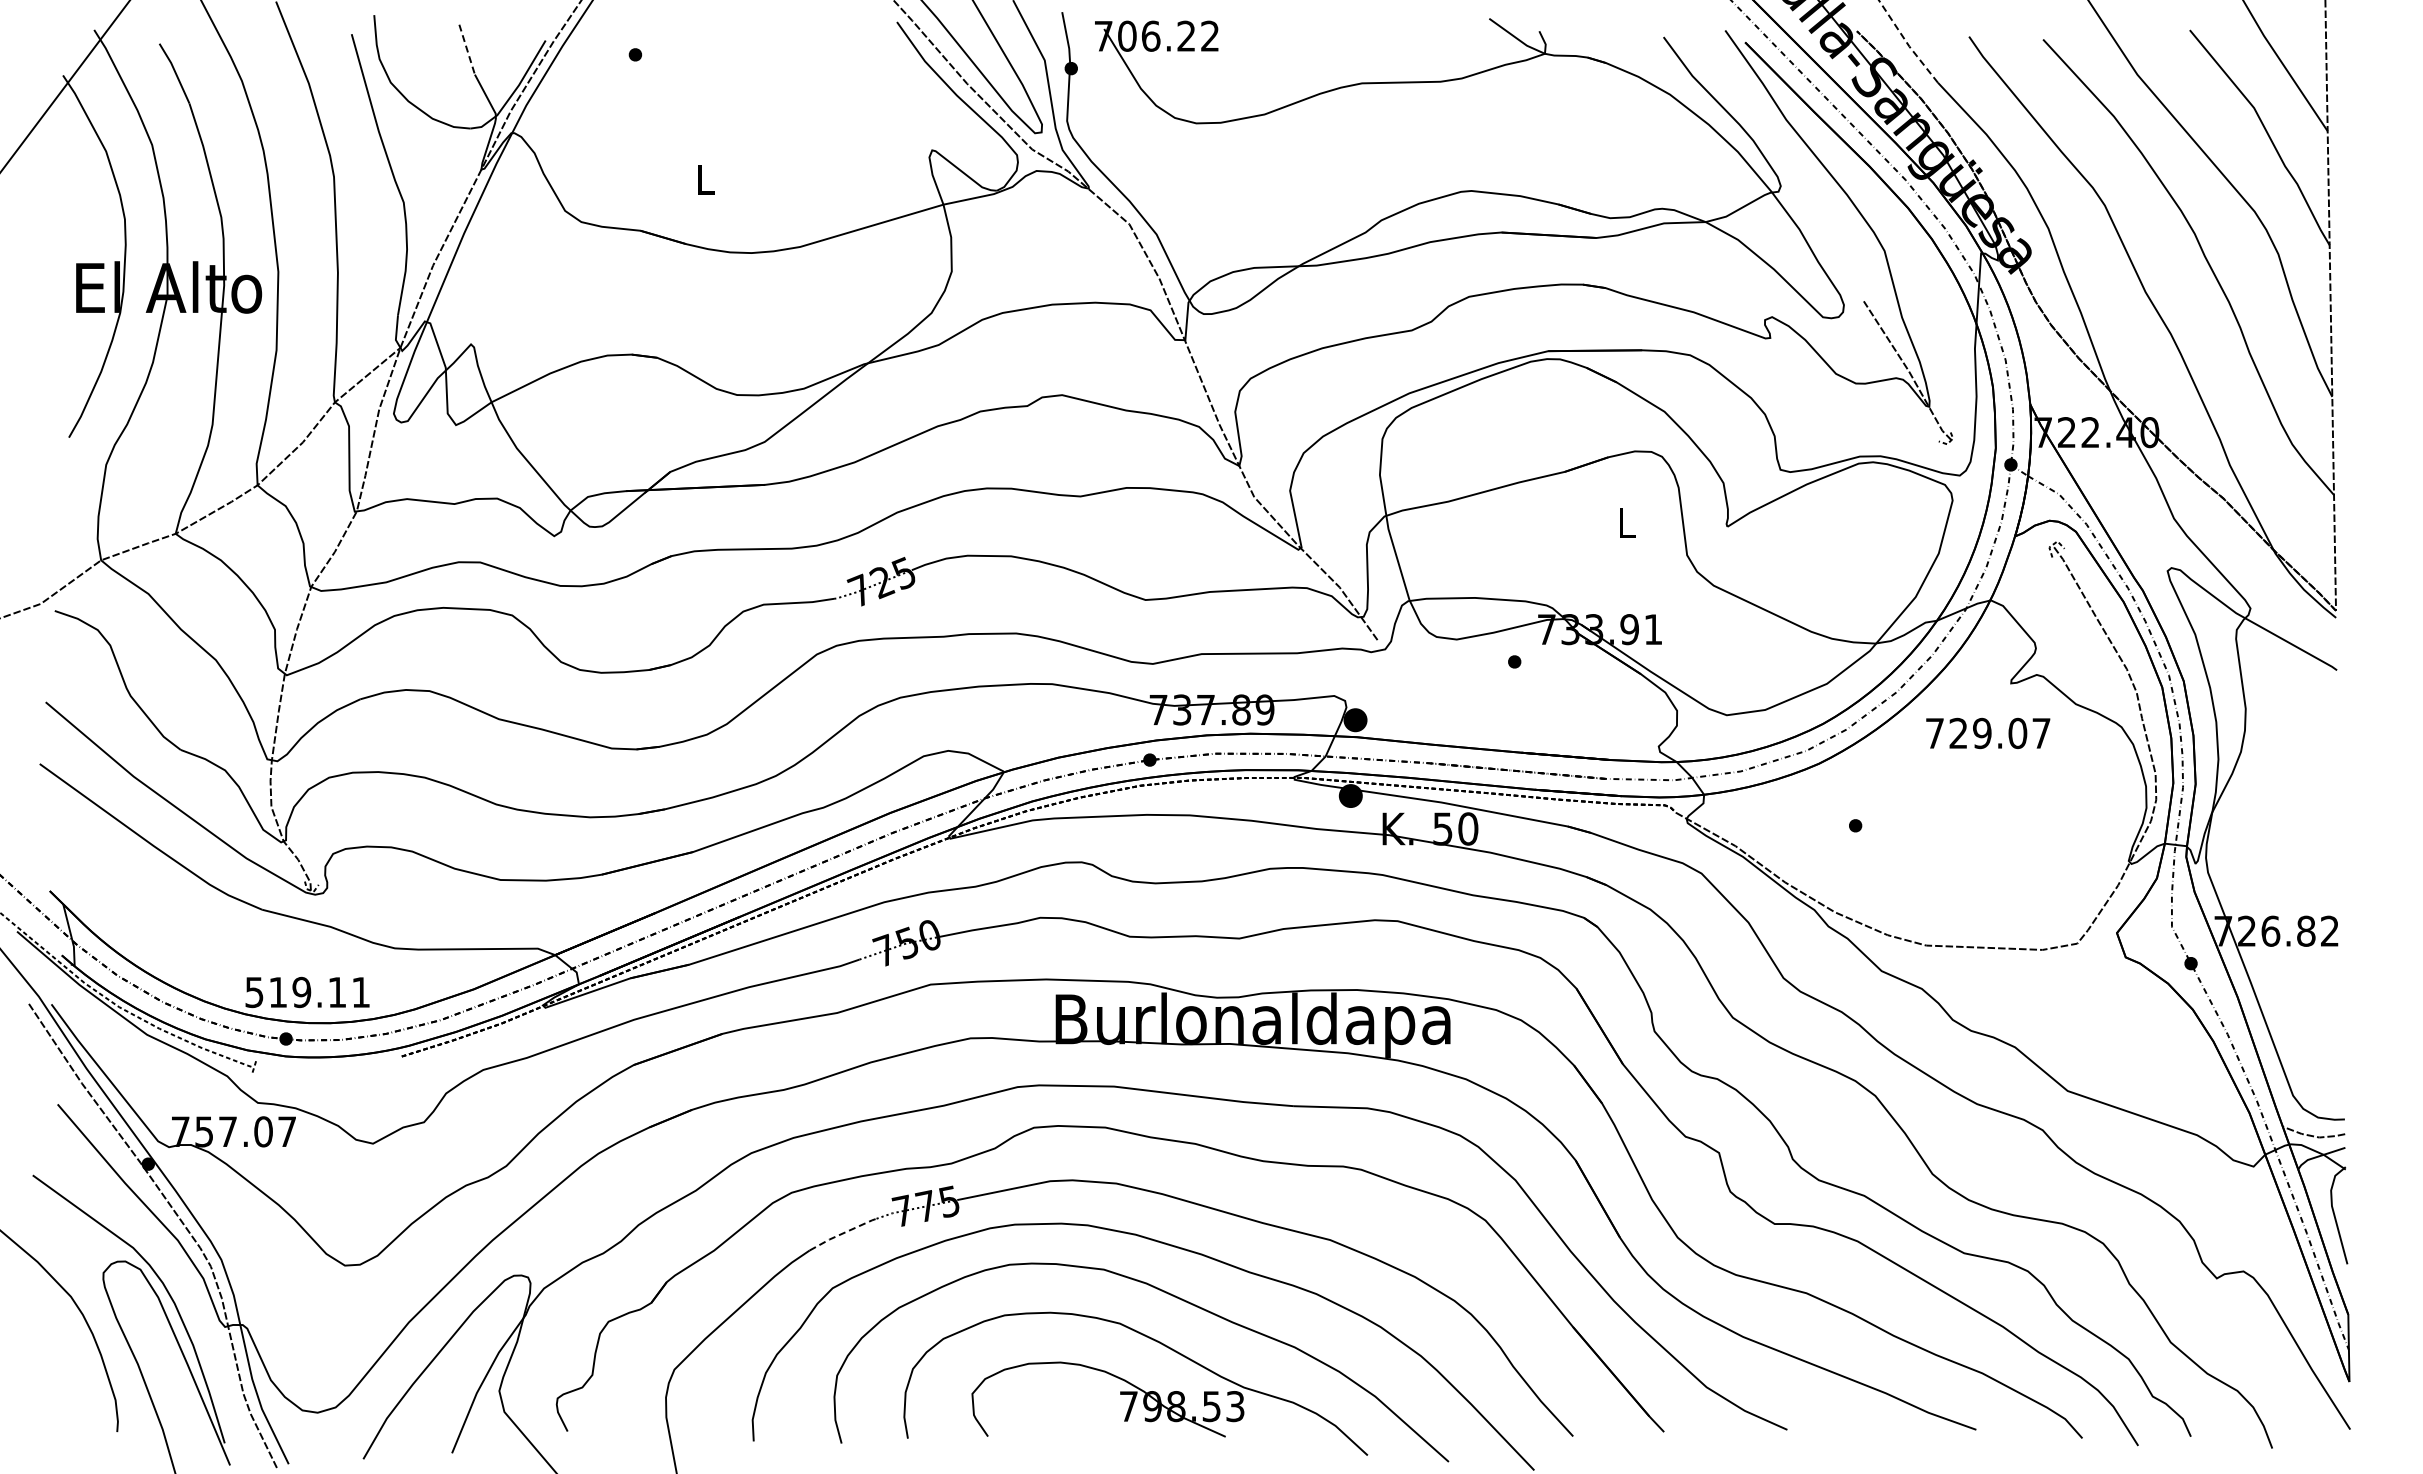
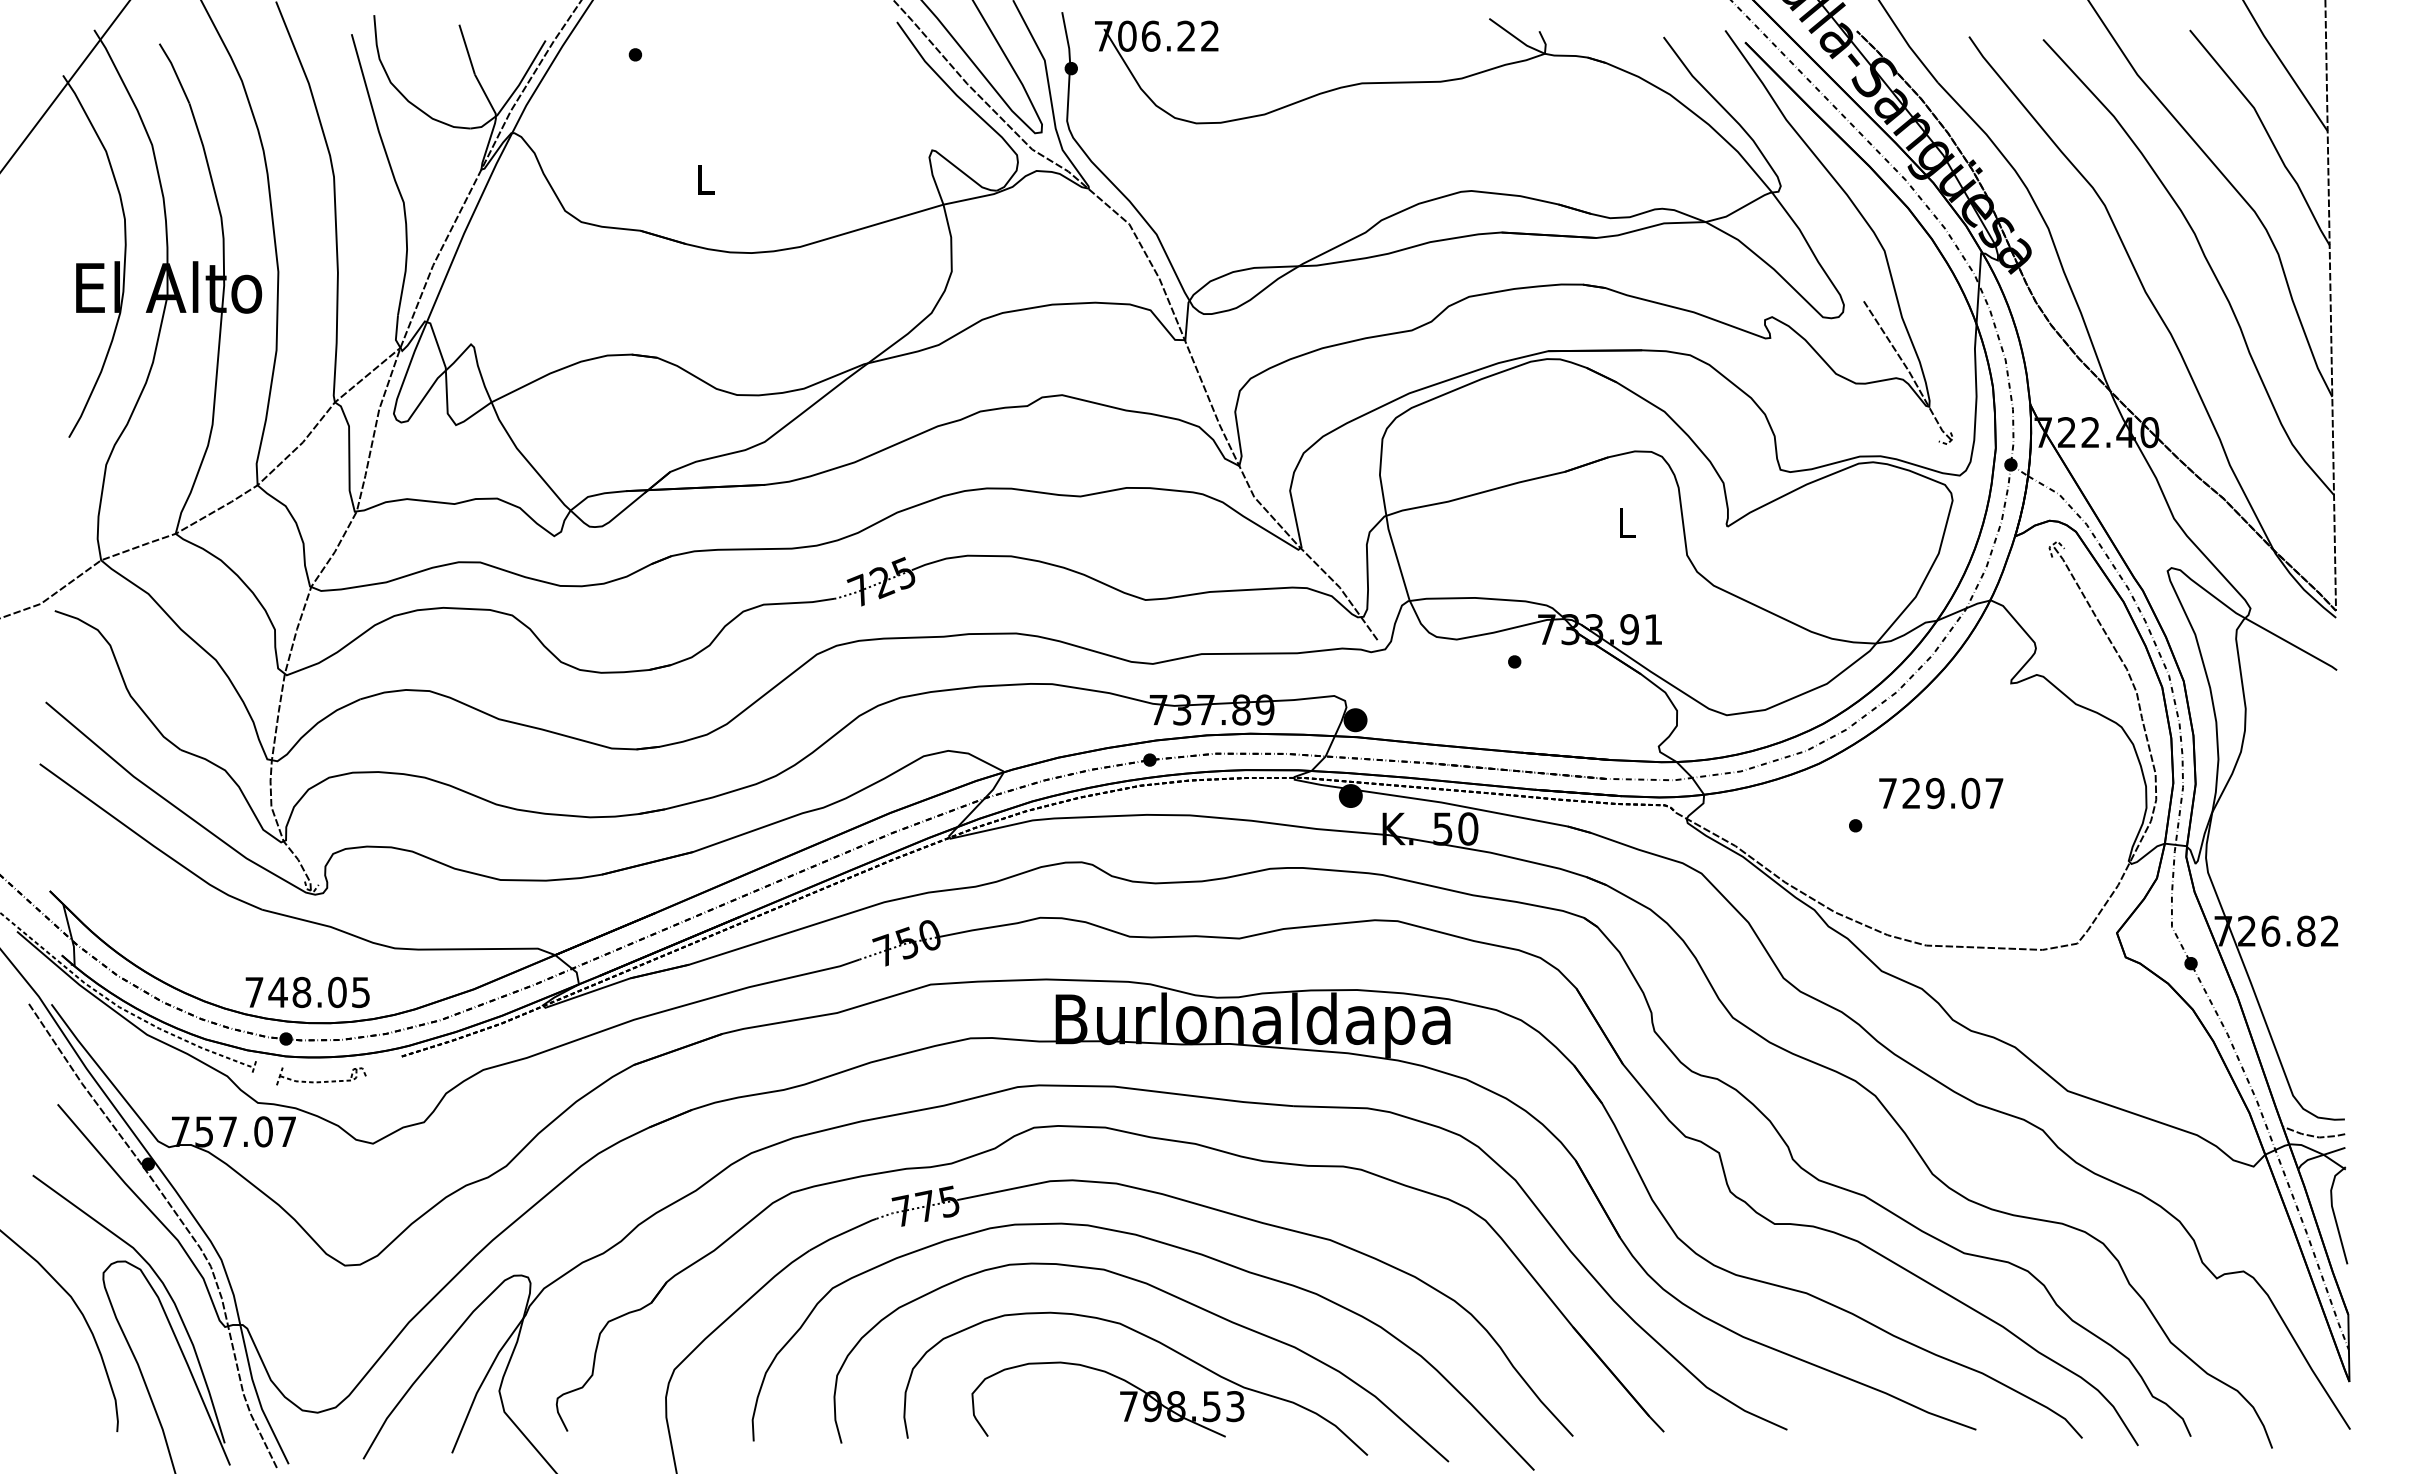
line at (1907, 43): dashed -> solid
line at (467, 50): dashed -> solid
text at (1988, 733) position: (1988, 733) -> (1941, 793)
text at (307, 992): 519.11 -> 748.05
part at (321, 1076): none -> present
line at (843, 1233): dashed -> solid
